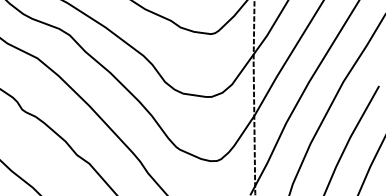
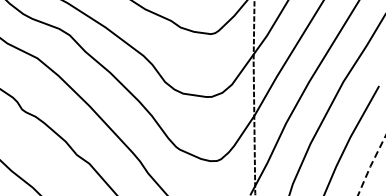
line at (370, 165): solid -> dashed
